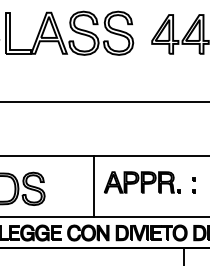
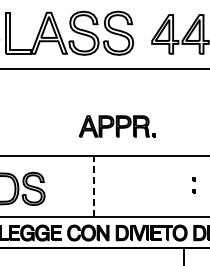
line at (104, 101) position: (104, 101) -> (104, 68)
part at (142, 182) position: (142, 182) -> (117, 126)
line at (94, 186): solid -> dashed
